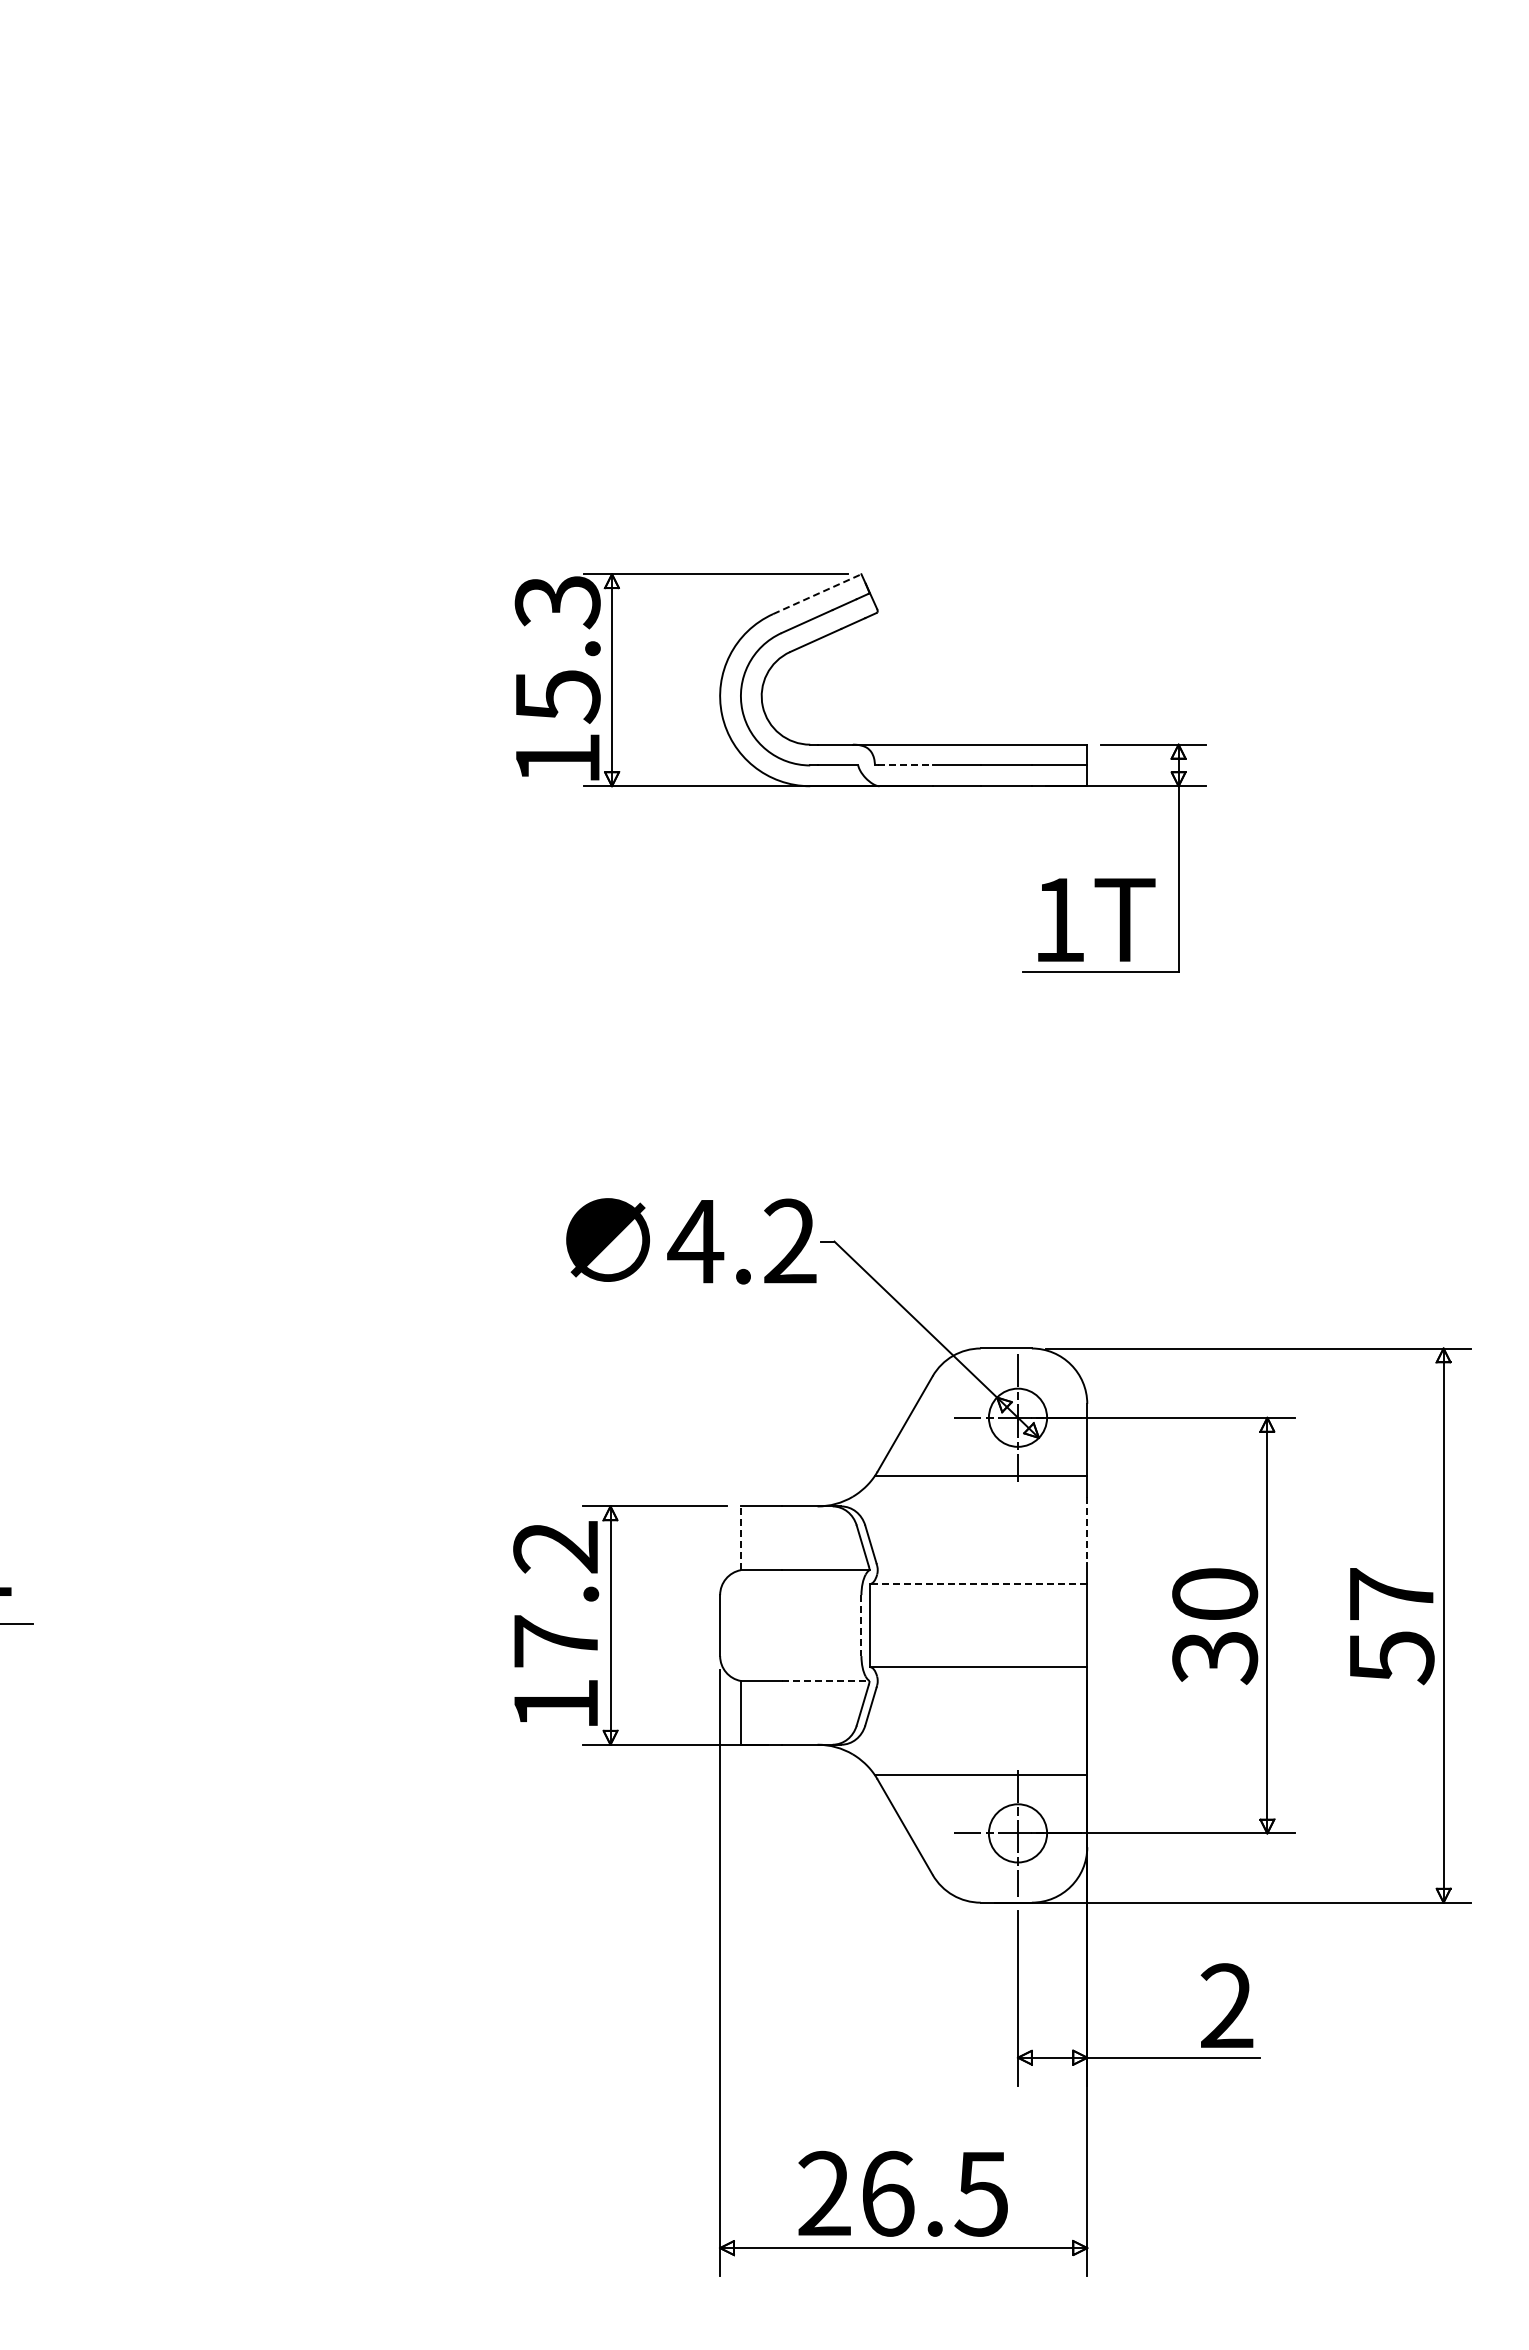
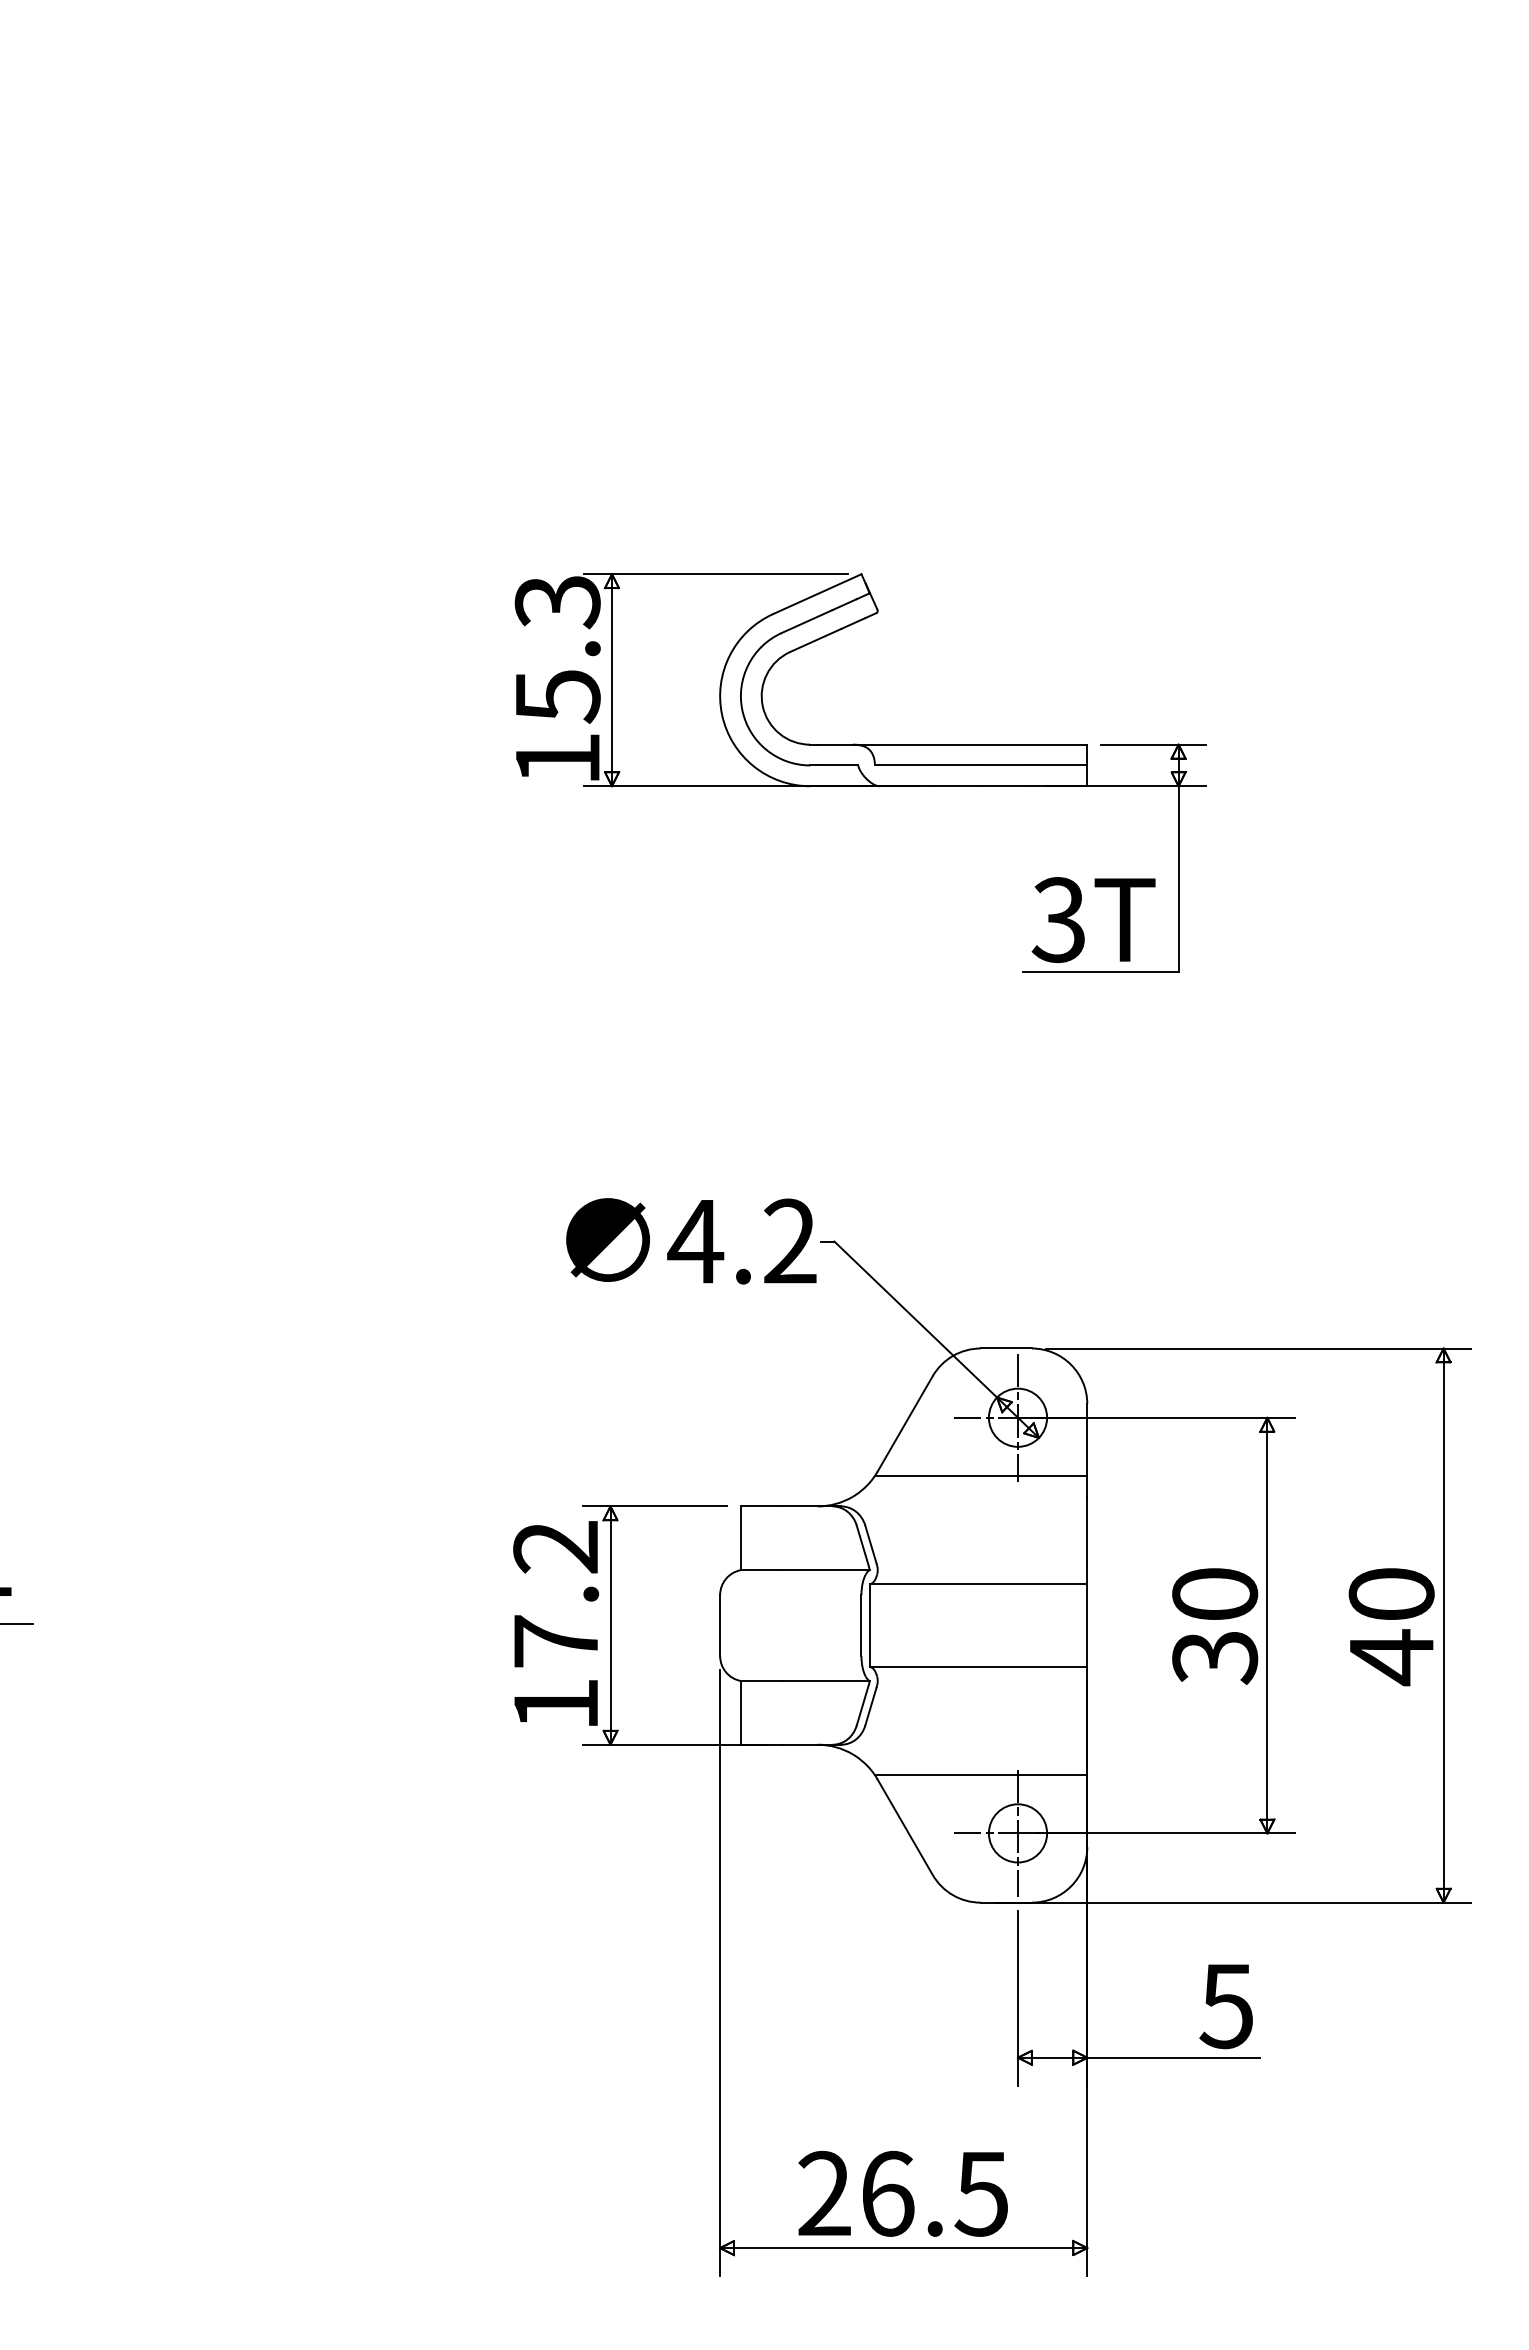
line at (817, 593): dashed -> solid
line at (905, 765): dashed -> solid
text at (1057, 919): 1T -> 3T
line at (1087, 1530): dashed -> solid
line at (740, 1538): dashed -> solid
line at (978, 1584): dashed -> solid
line at (861, 1626): dashed -> solid
text at (1391, 1627): 57 -> 40
line at (825, 1681): dashed -> solid
text at (1226, 2006): 2 -> 5
